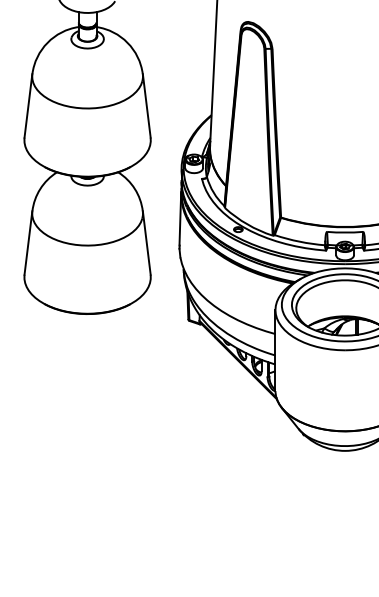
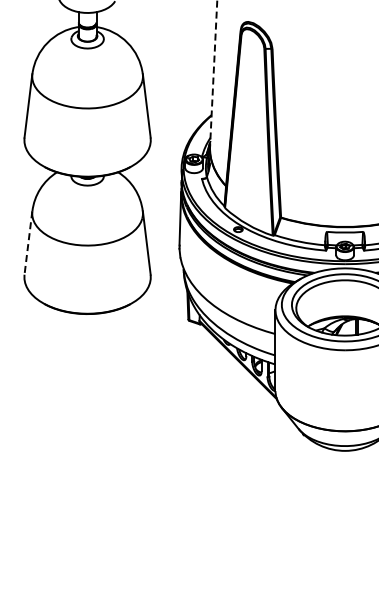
line at (213, 74): solid -> dashed
line at (28, 243): solid -> dashed
